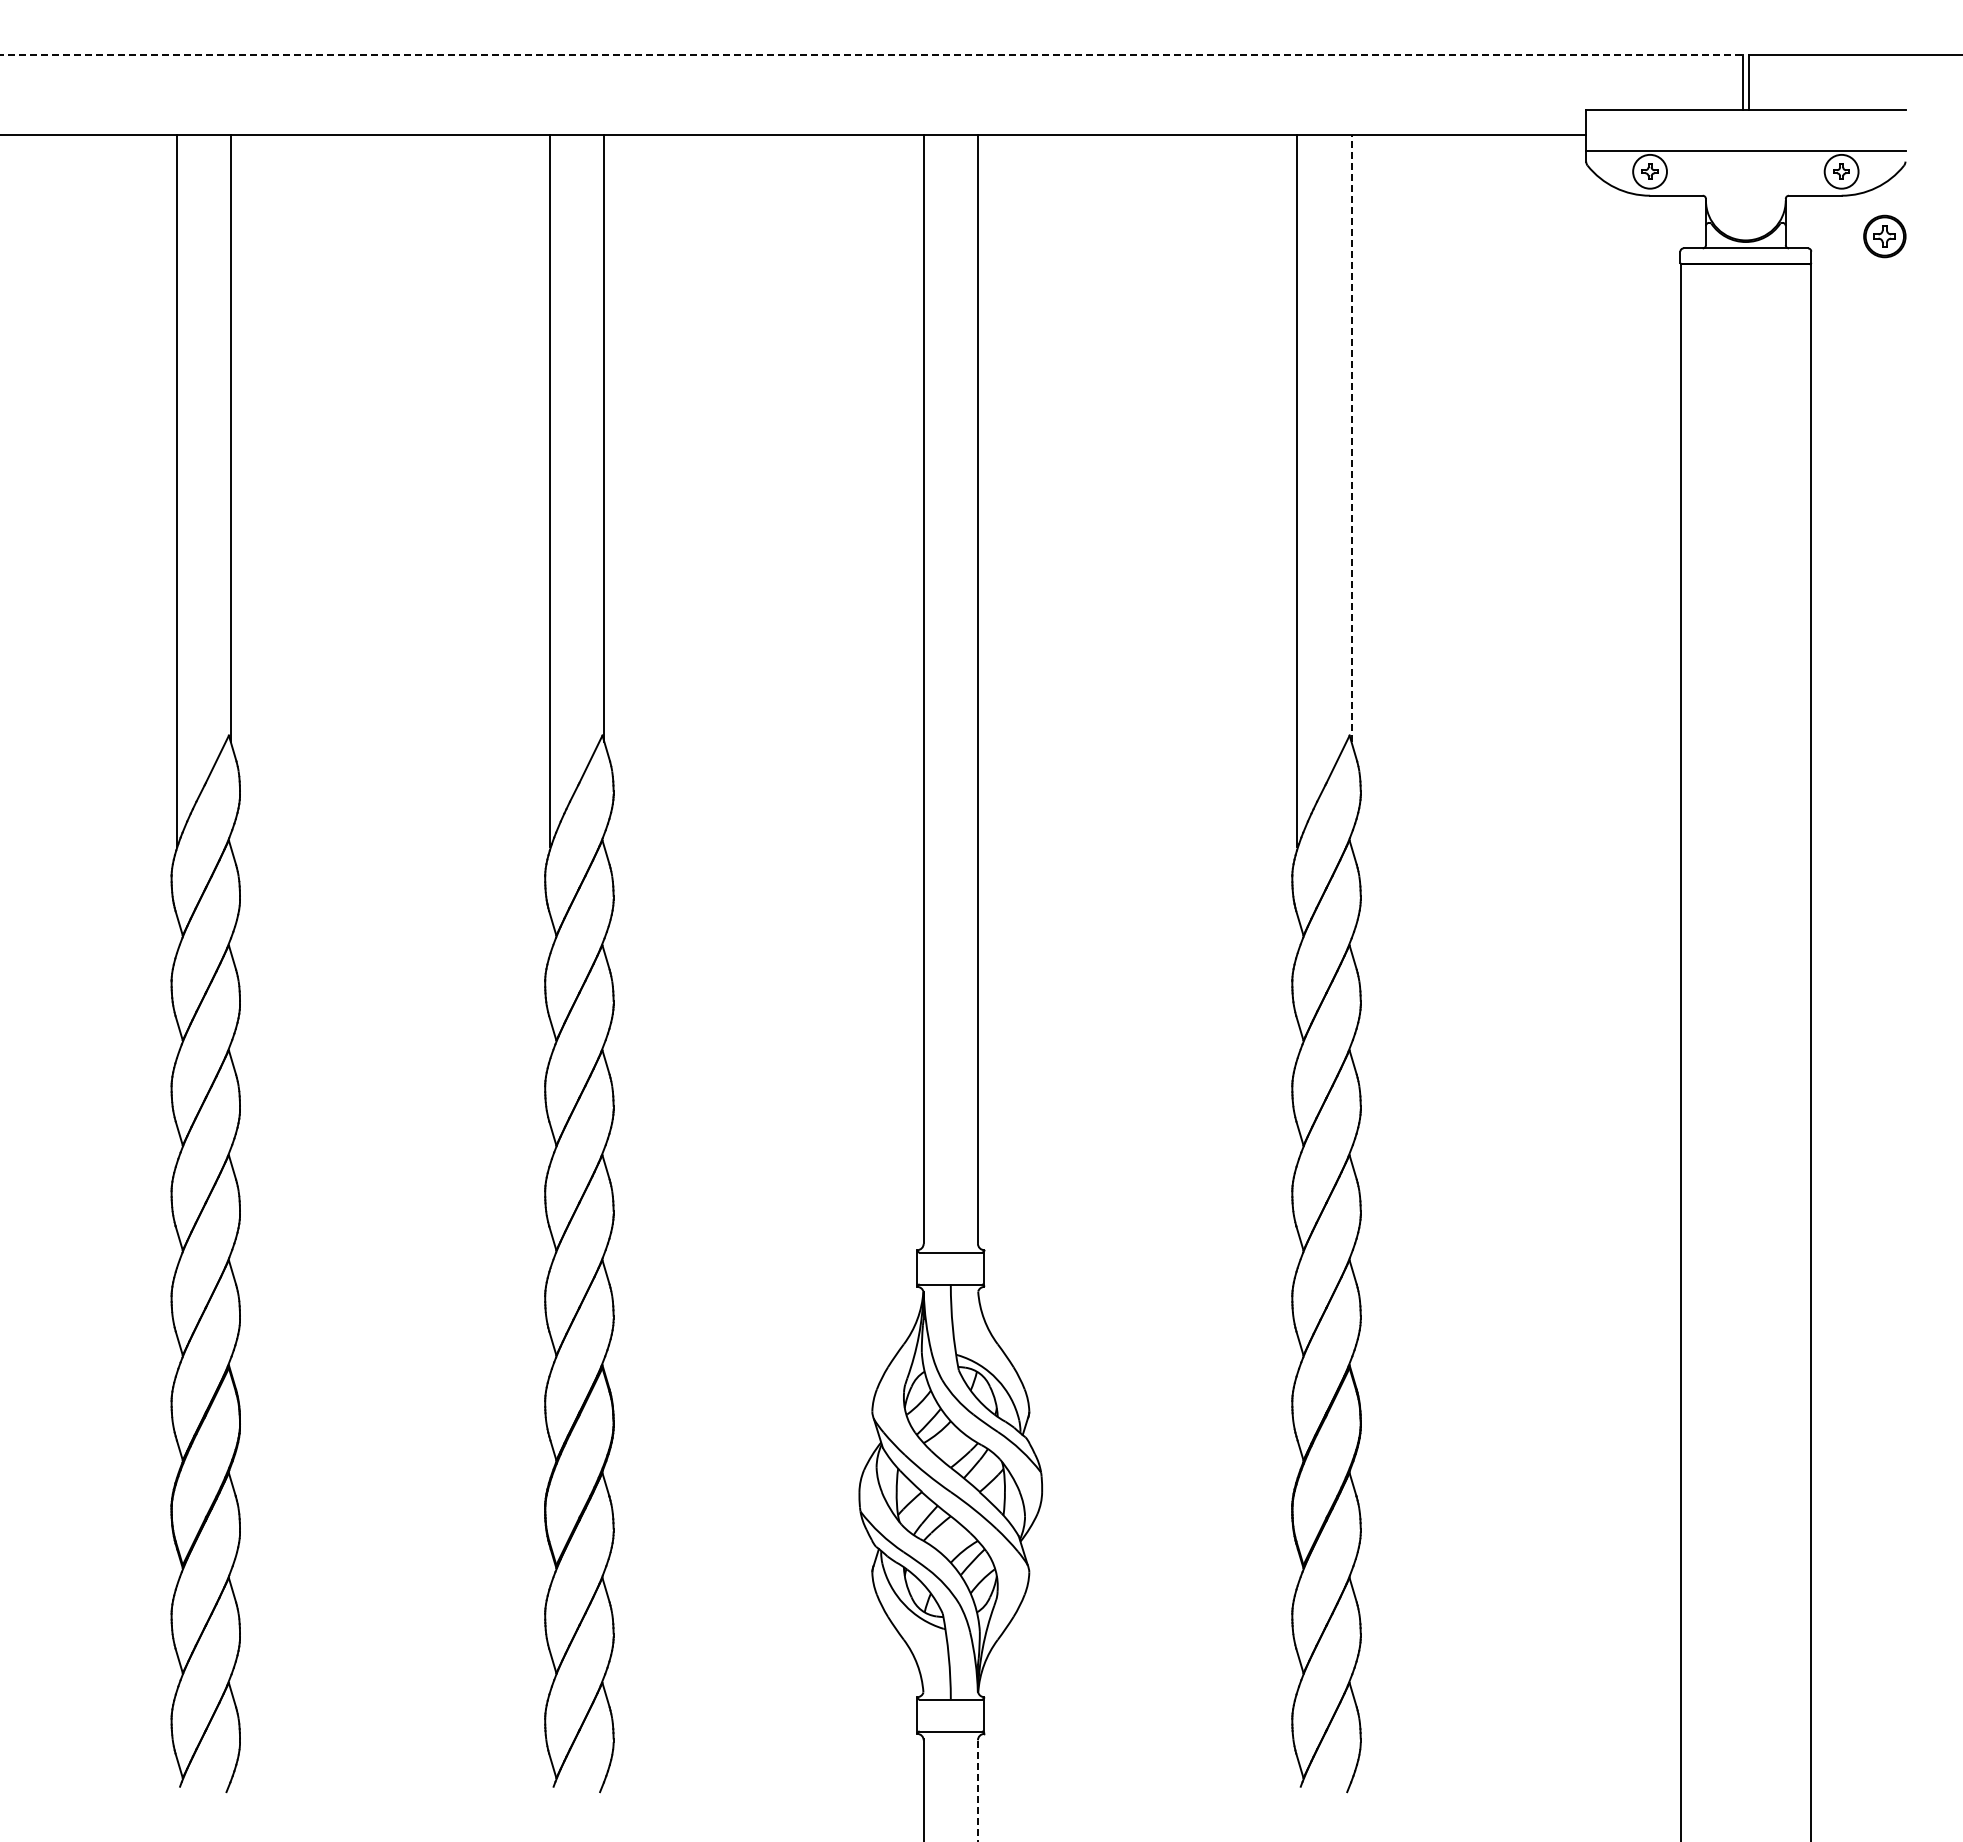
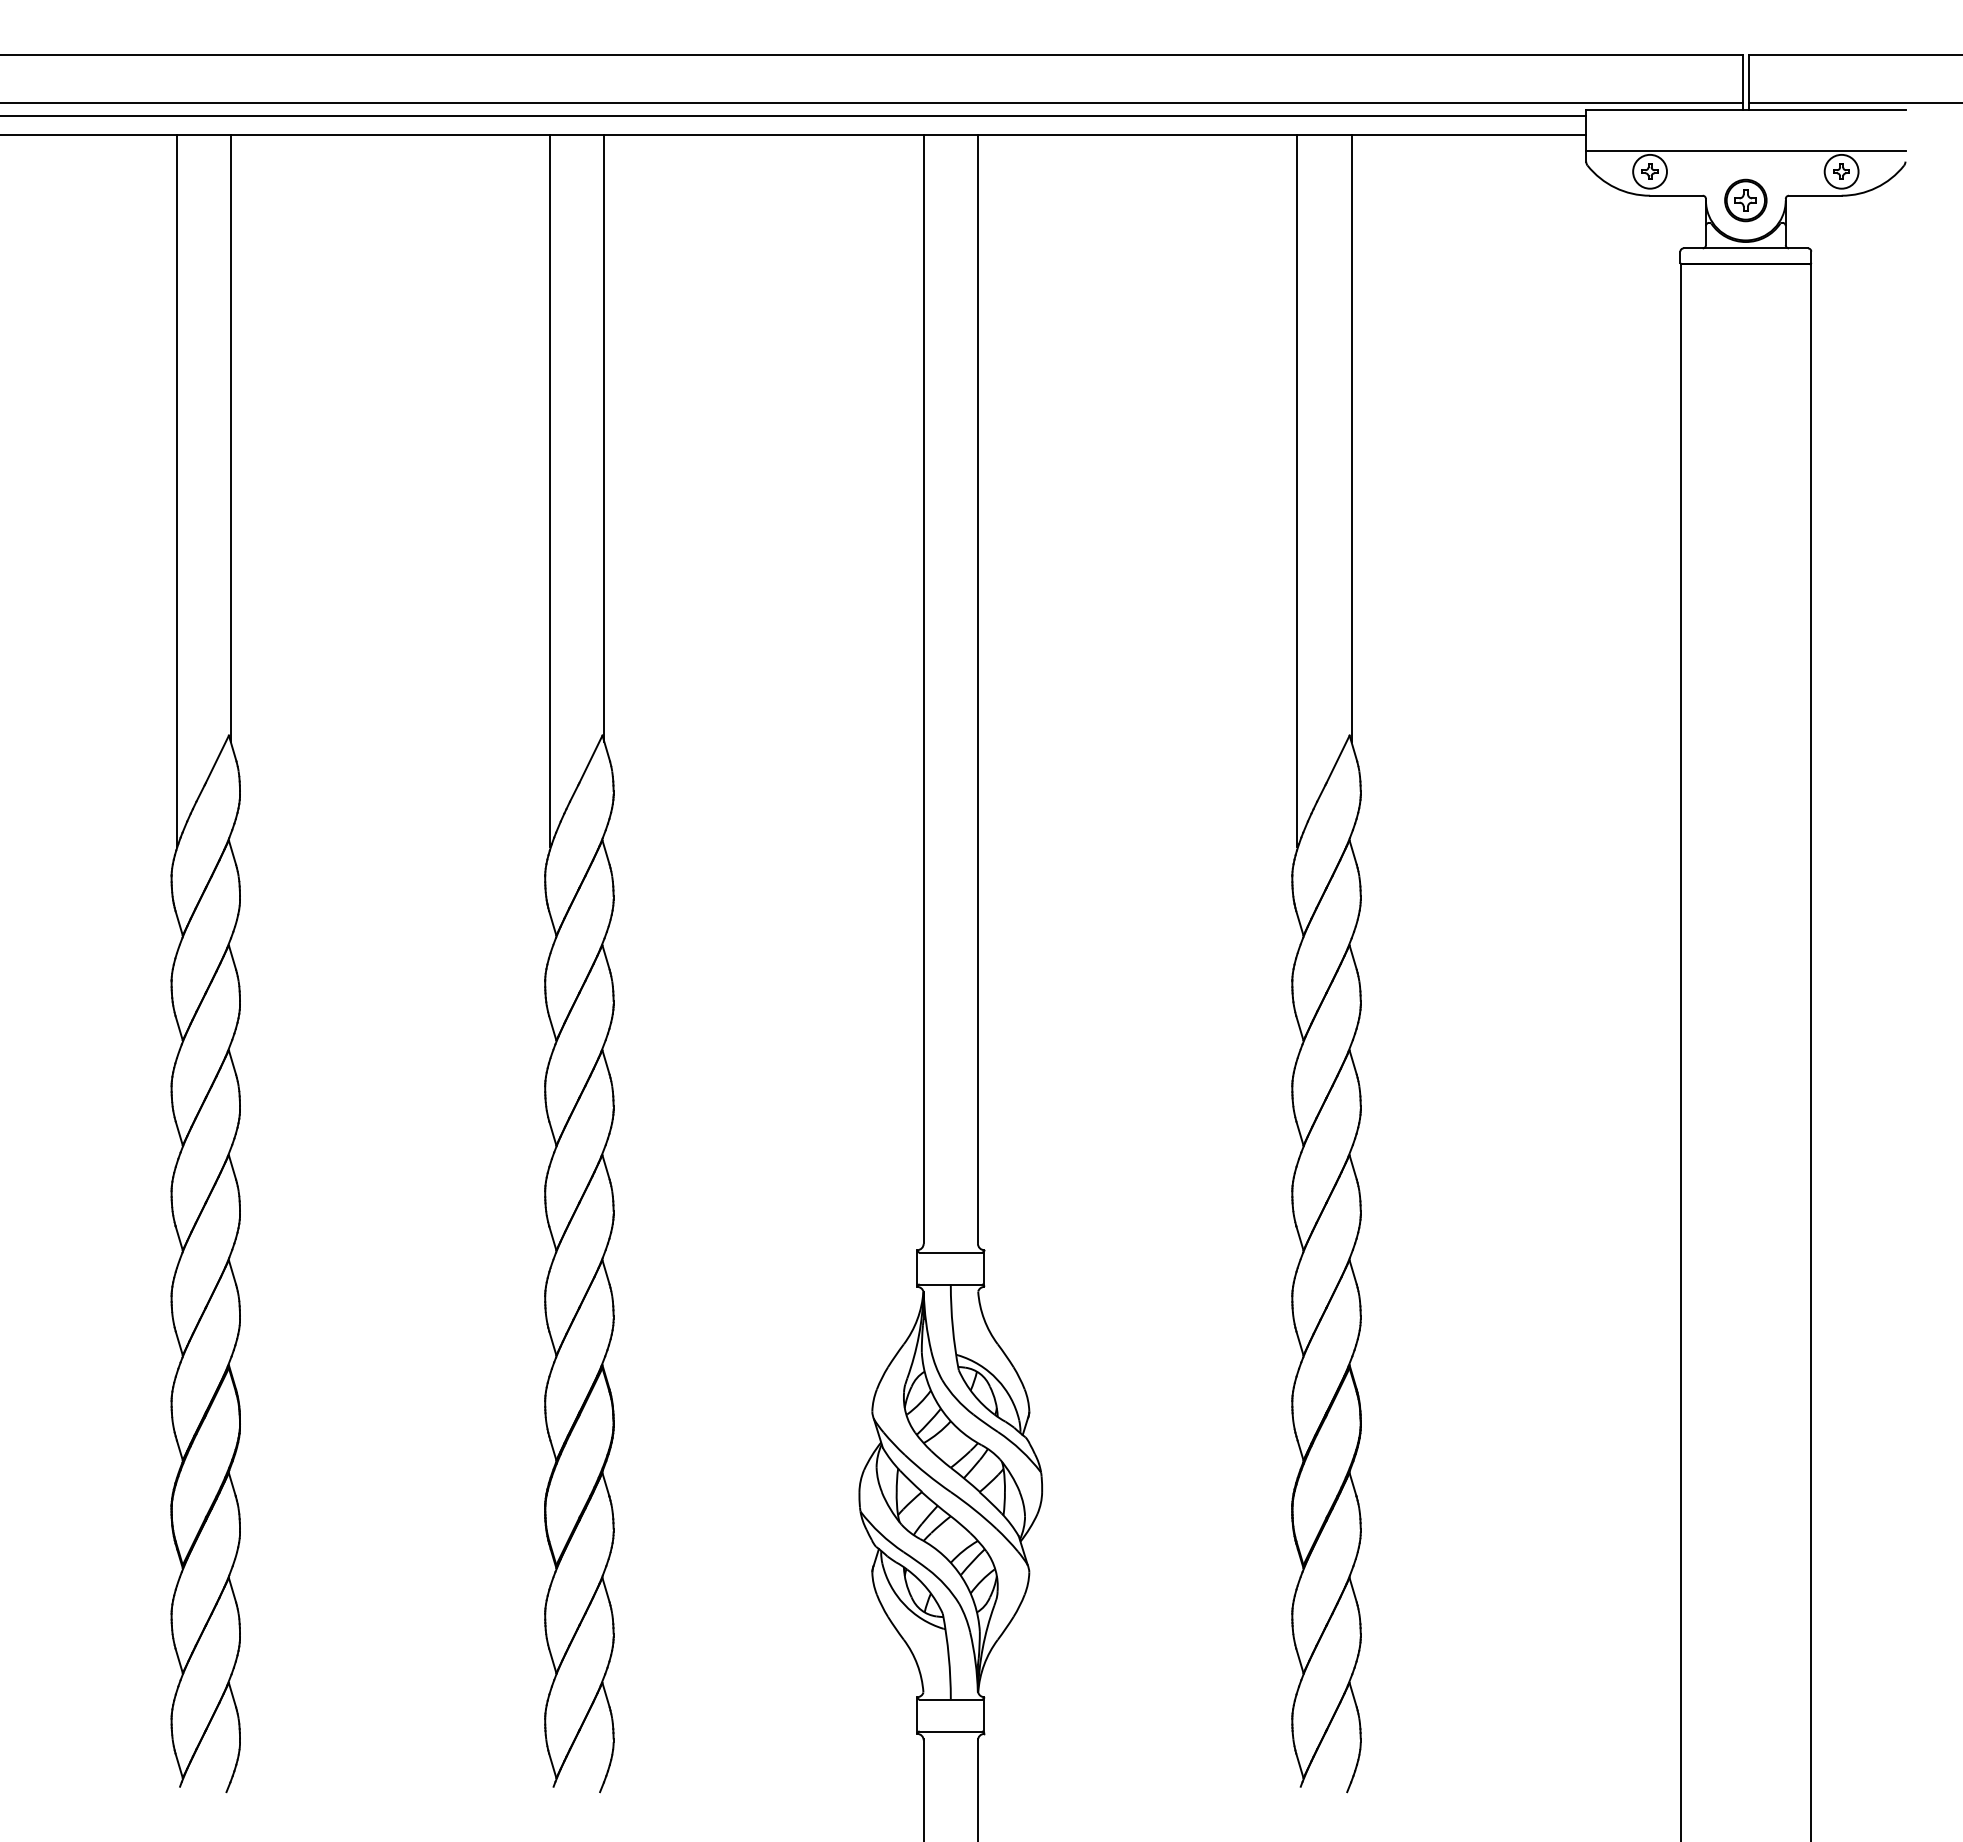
line at (871, 55): dashed -> solid
line at (872, 103): none -> present
line at (1854, 103): none -> present
line at (794, 115): none -> present
part at (1884, 236) position: (1884, 236) -> (1745, 200)
line at (1351, 438): dashed -> solid
line at (977, 1790): dashed -> solid
